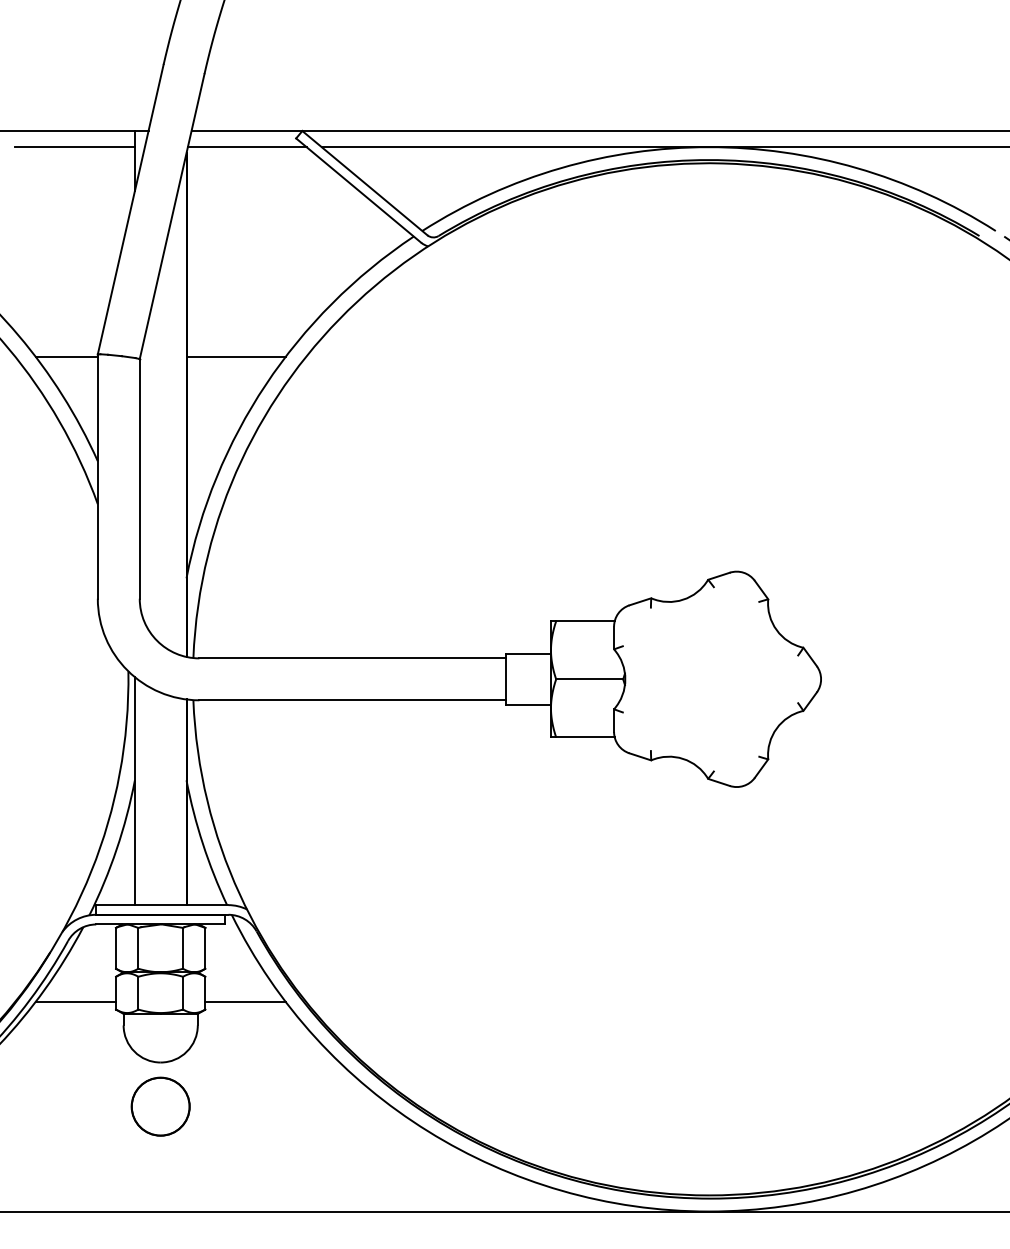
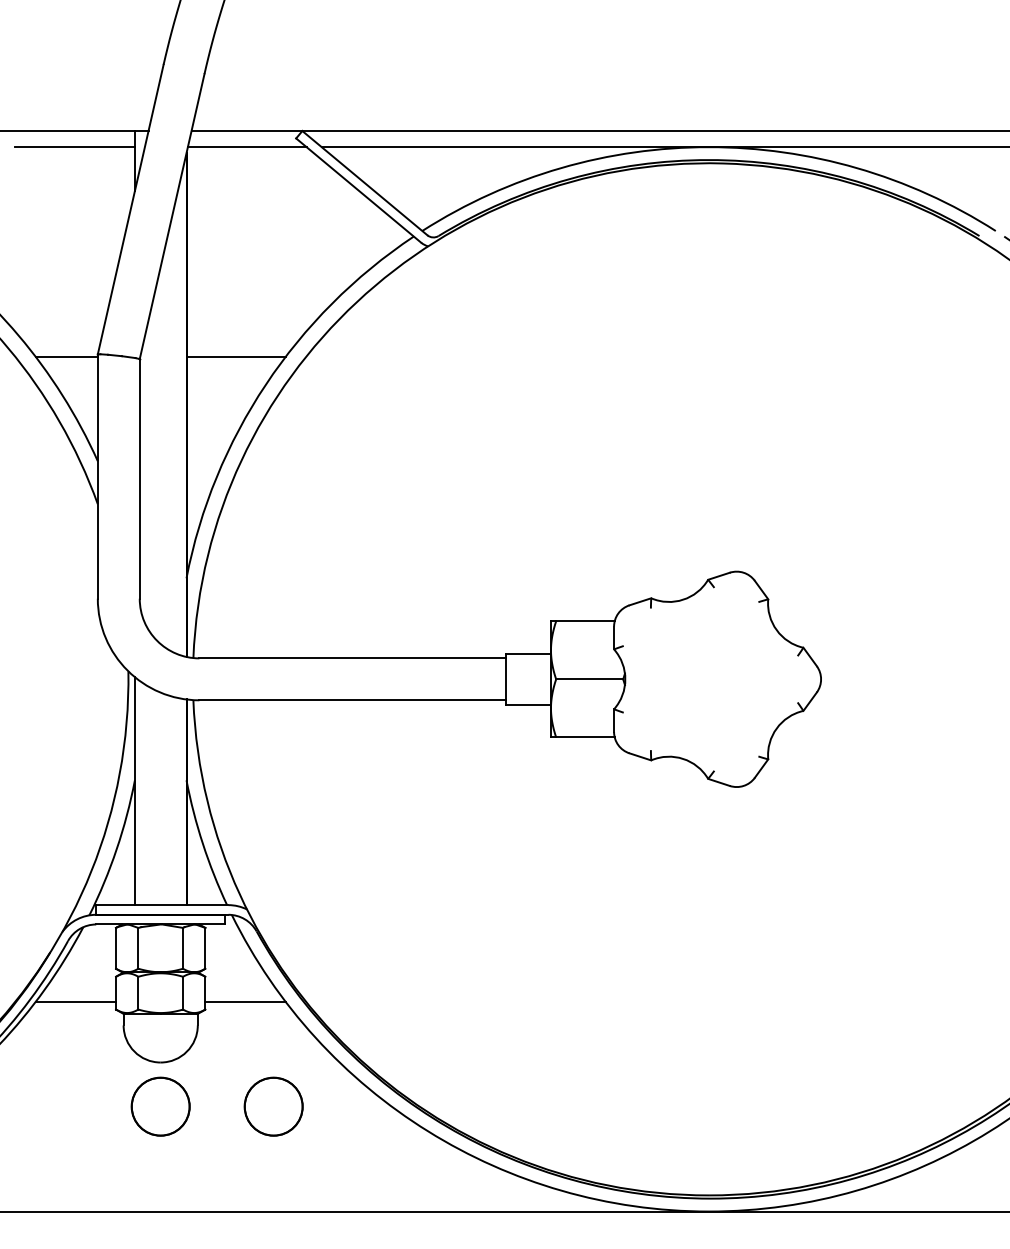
circle at (273, 1106): none -> present
